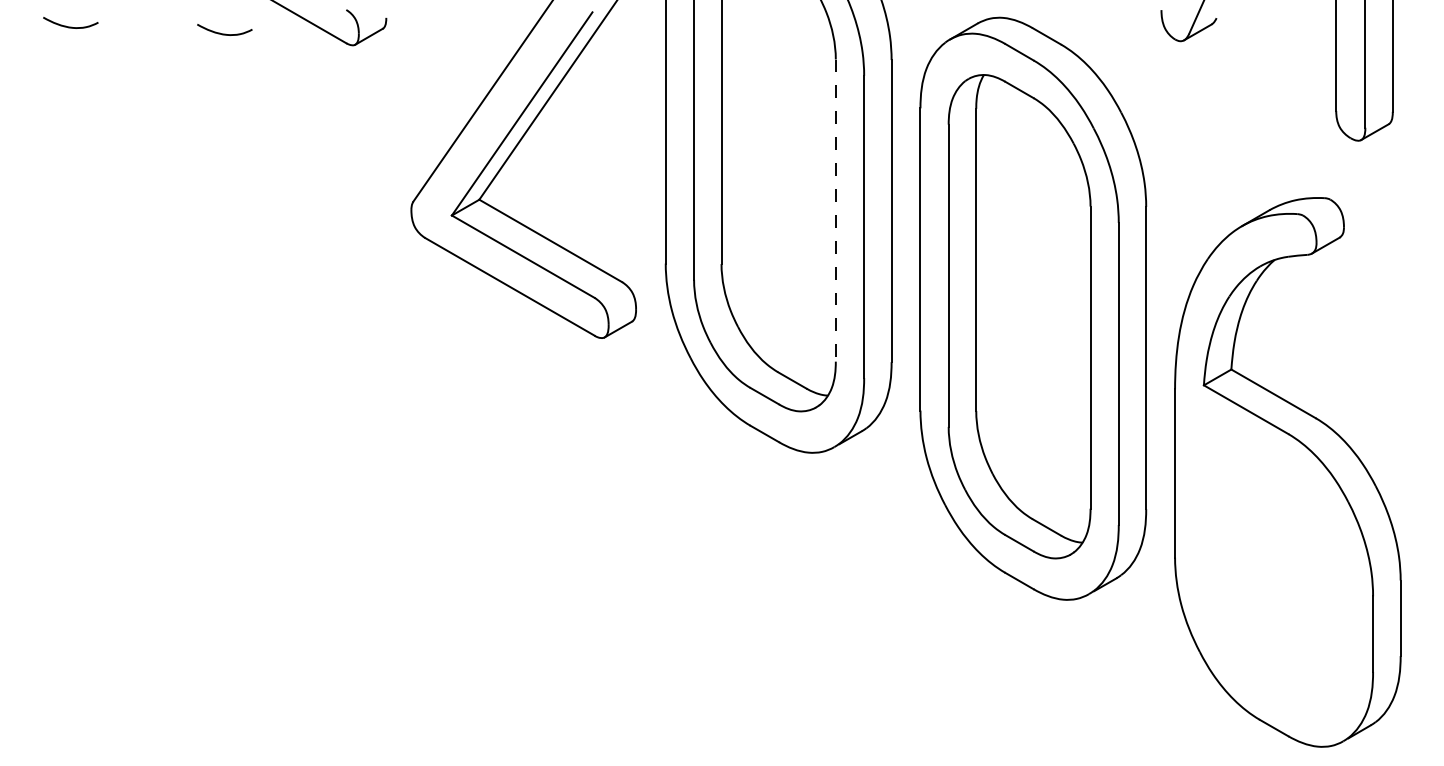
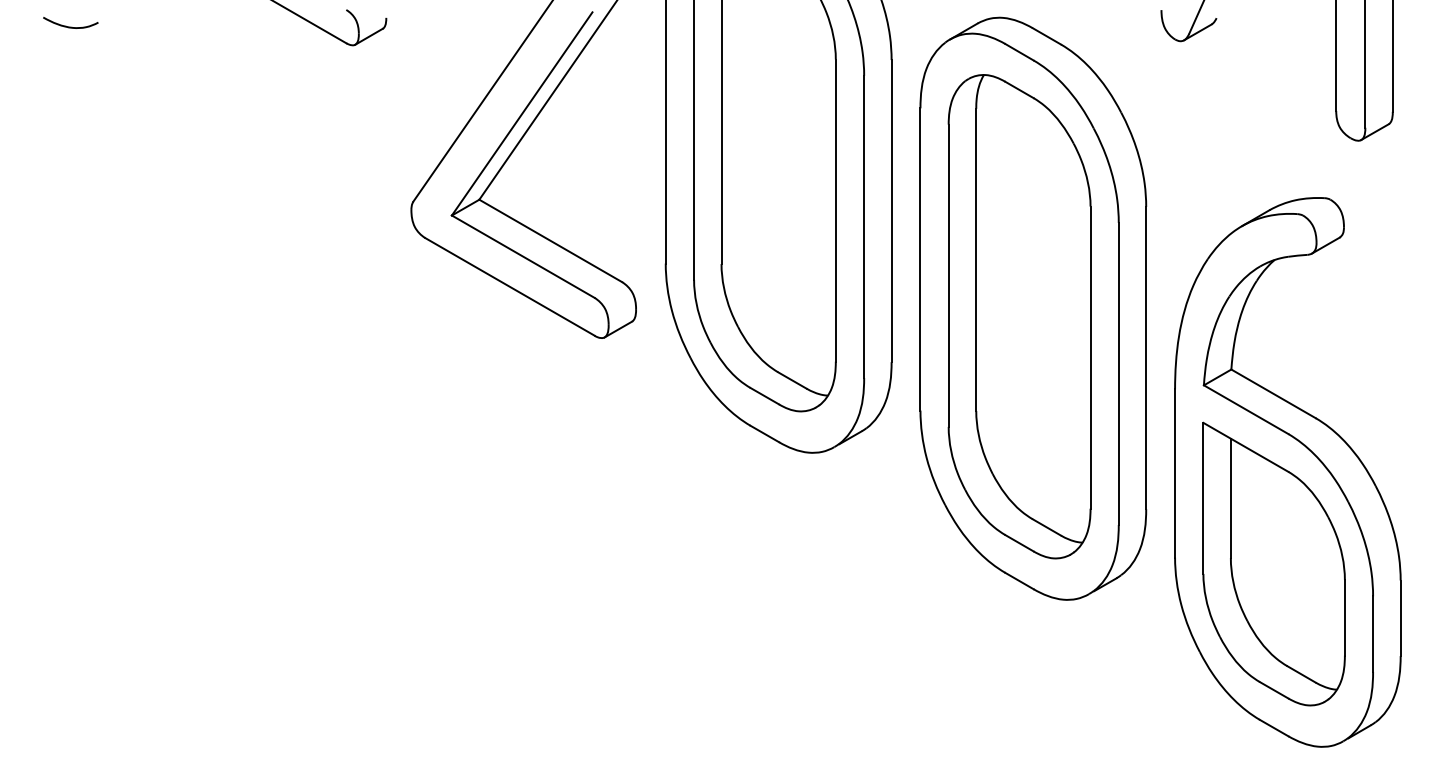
curve at (224, 33): present -> none
line at (835, 211): dashed -> solid
part at (1273, 563): none -> present
